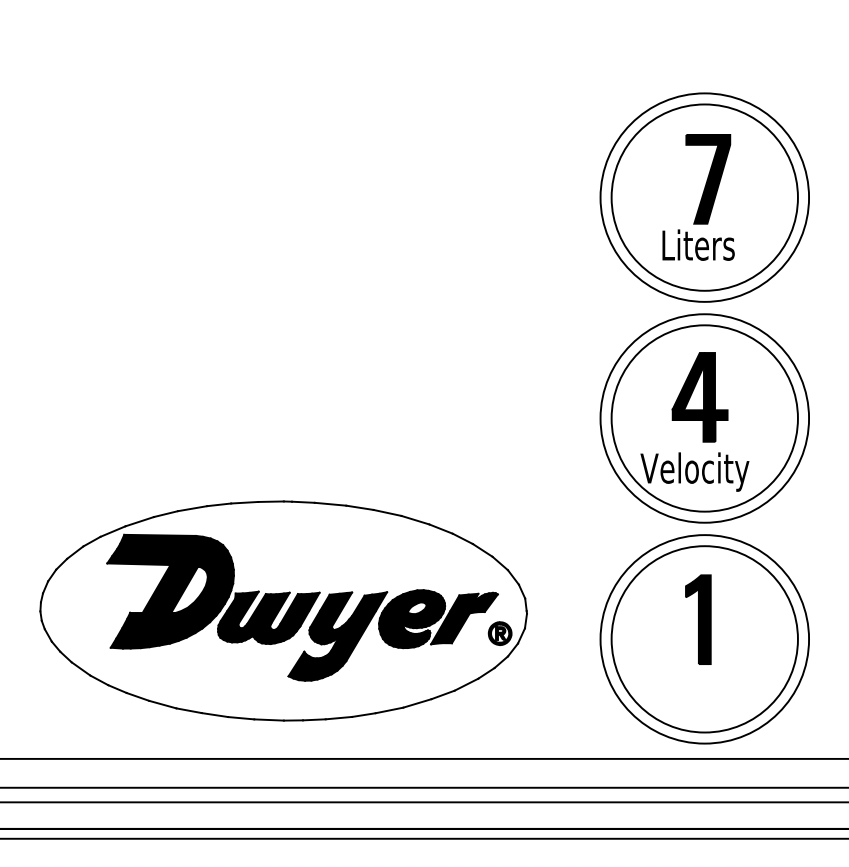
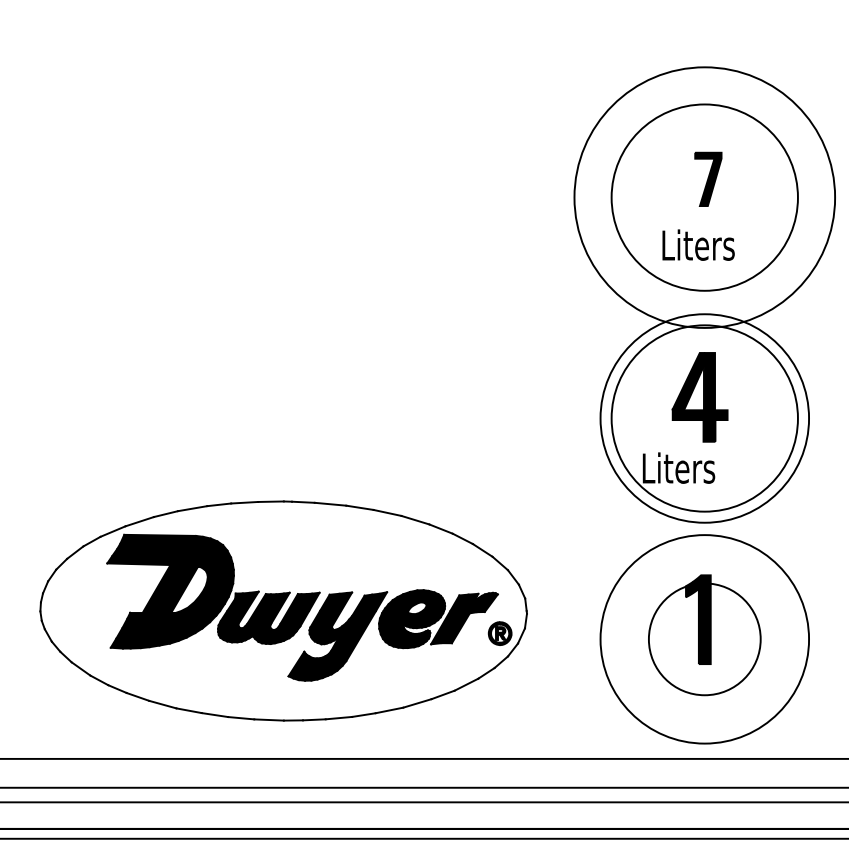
part at (708, 179) size: 47x91 px -> 29x56 px
circle at (704, 197) diameter: 209 px -> 261 px
text at (694, 471): Velocity -> Liters
circle at (704, 639) diameter: 186 px -> 112 px
